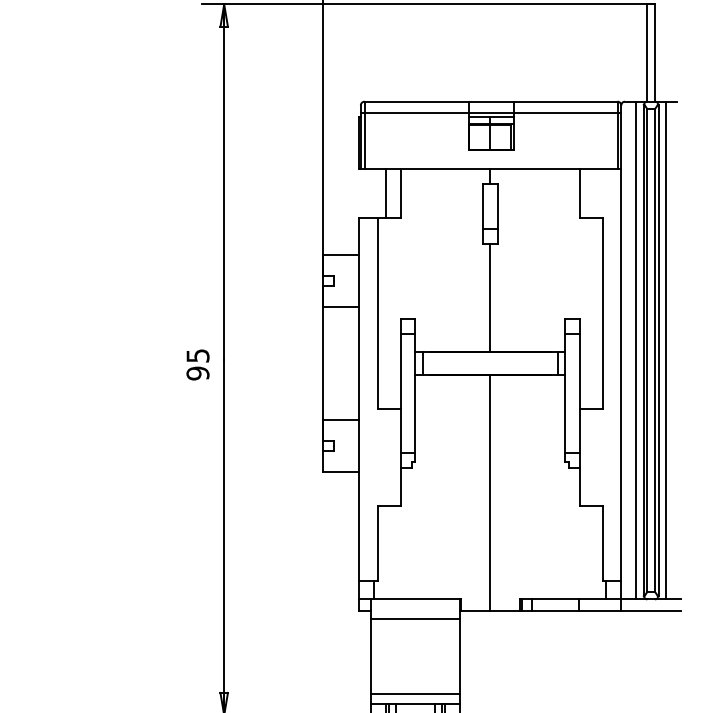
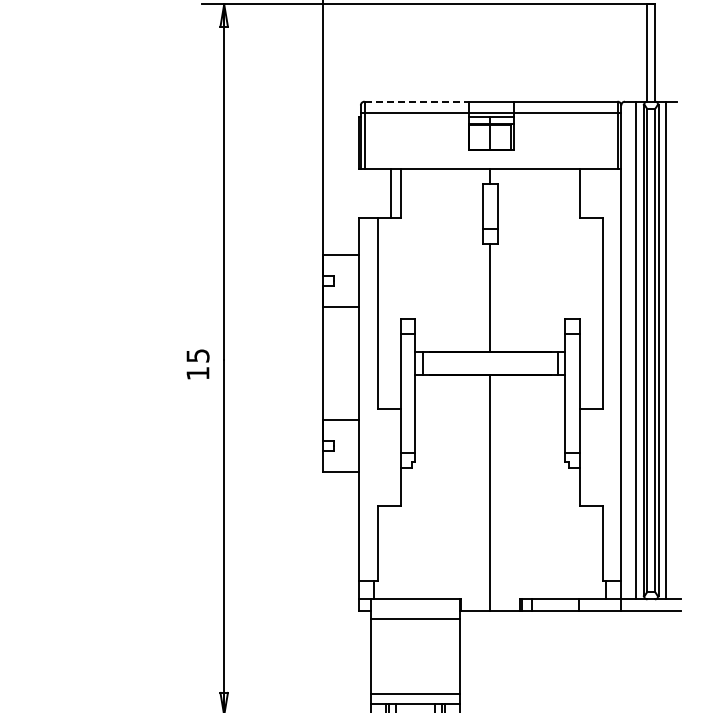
line at (417, 101): solid -> dashed
line at (386, 193) position: (386, 193) -> (391, 193)
text at (197, 373): 95 -> 15
